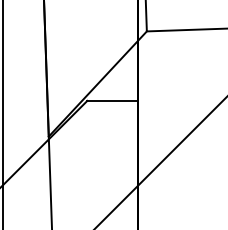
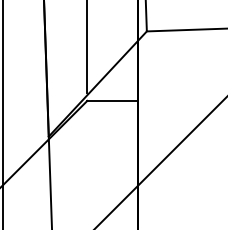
line at (87, 47): none -> present
